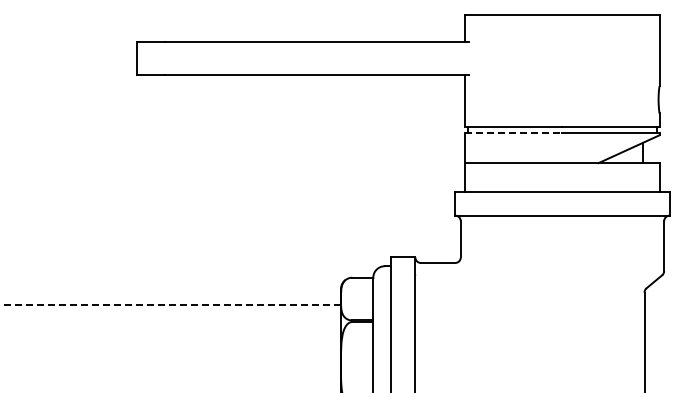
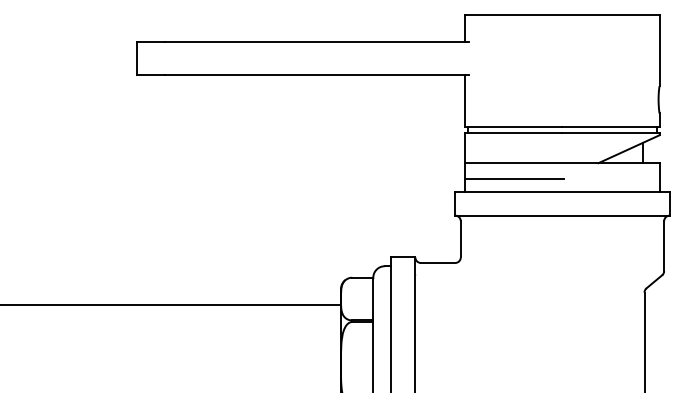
line at (513, 132): dashed -> solid
line at (514, 179): none -> present
line at (170, 304): dashed -> solid
